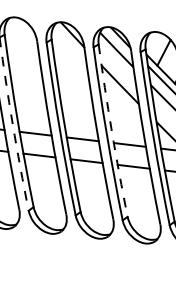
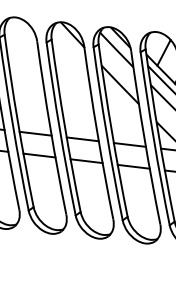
arc at (12, 125): dashed -> solid
arc at (111, 130): dashed -> solid
